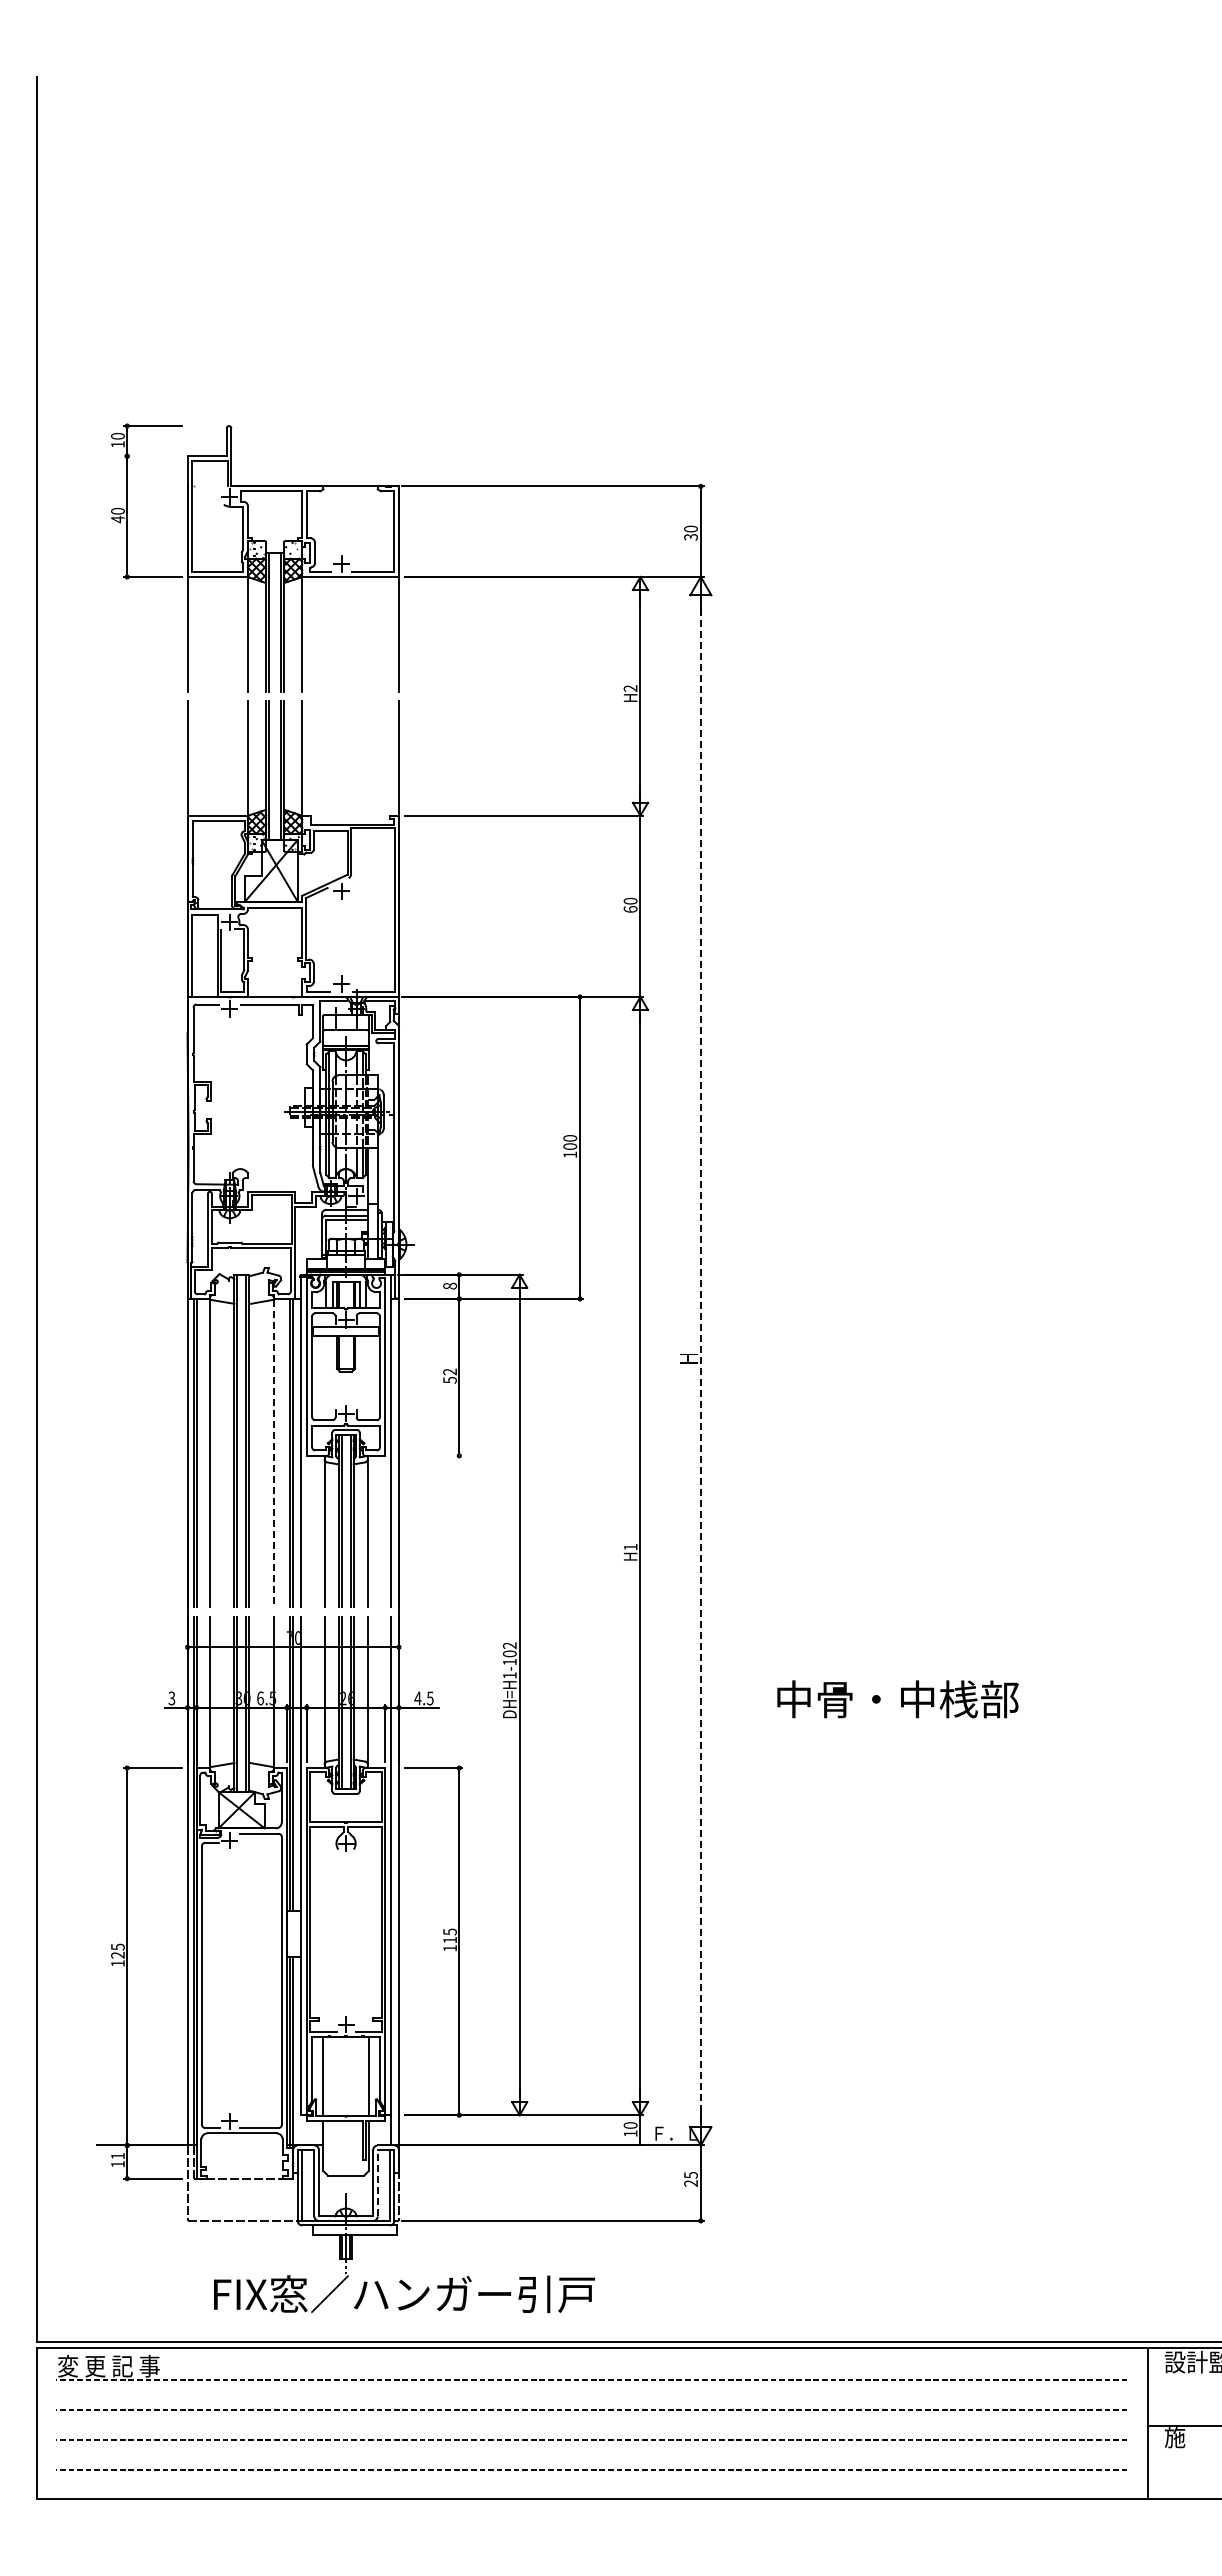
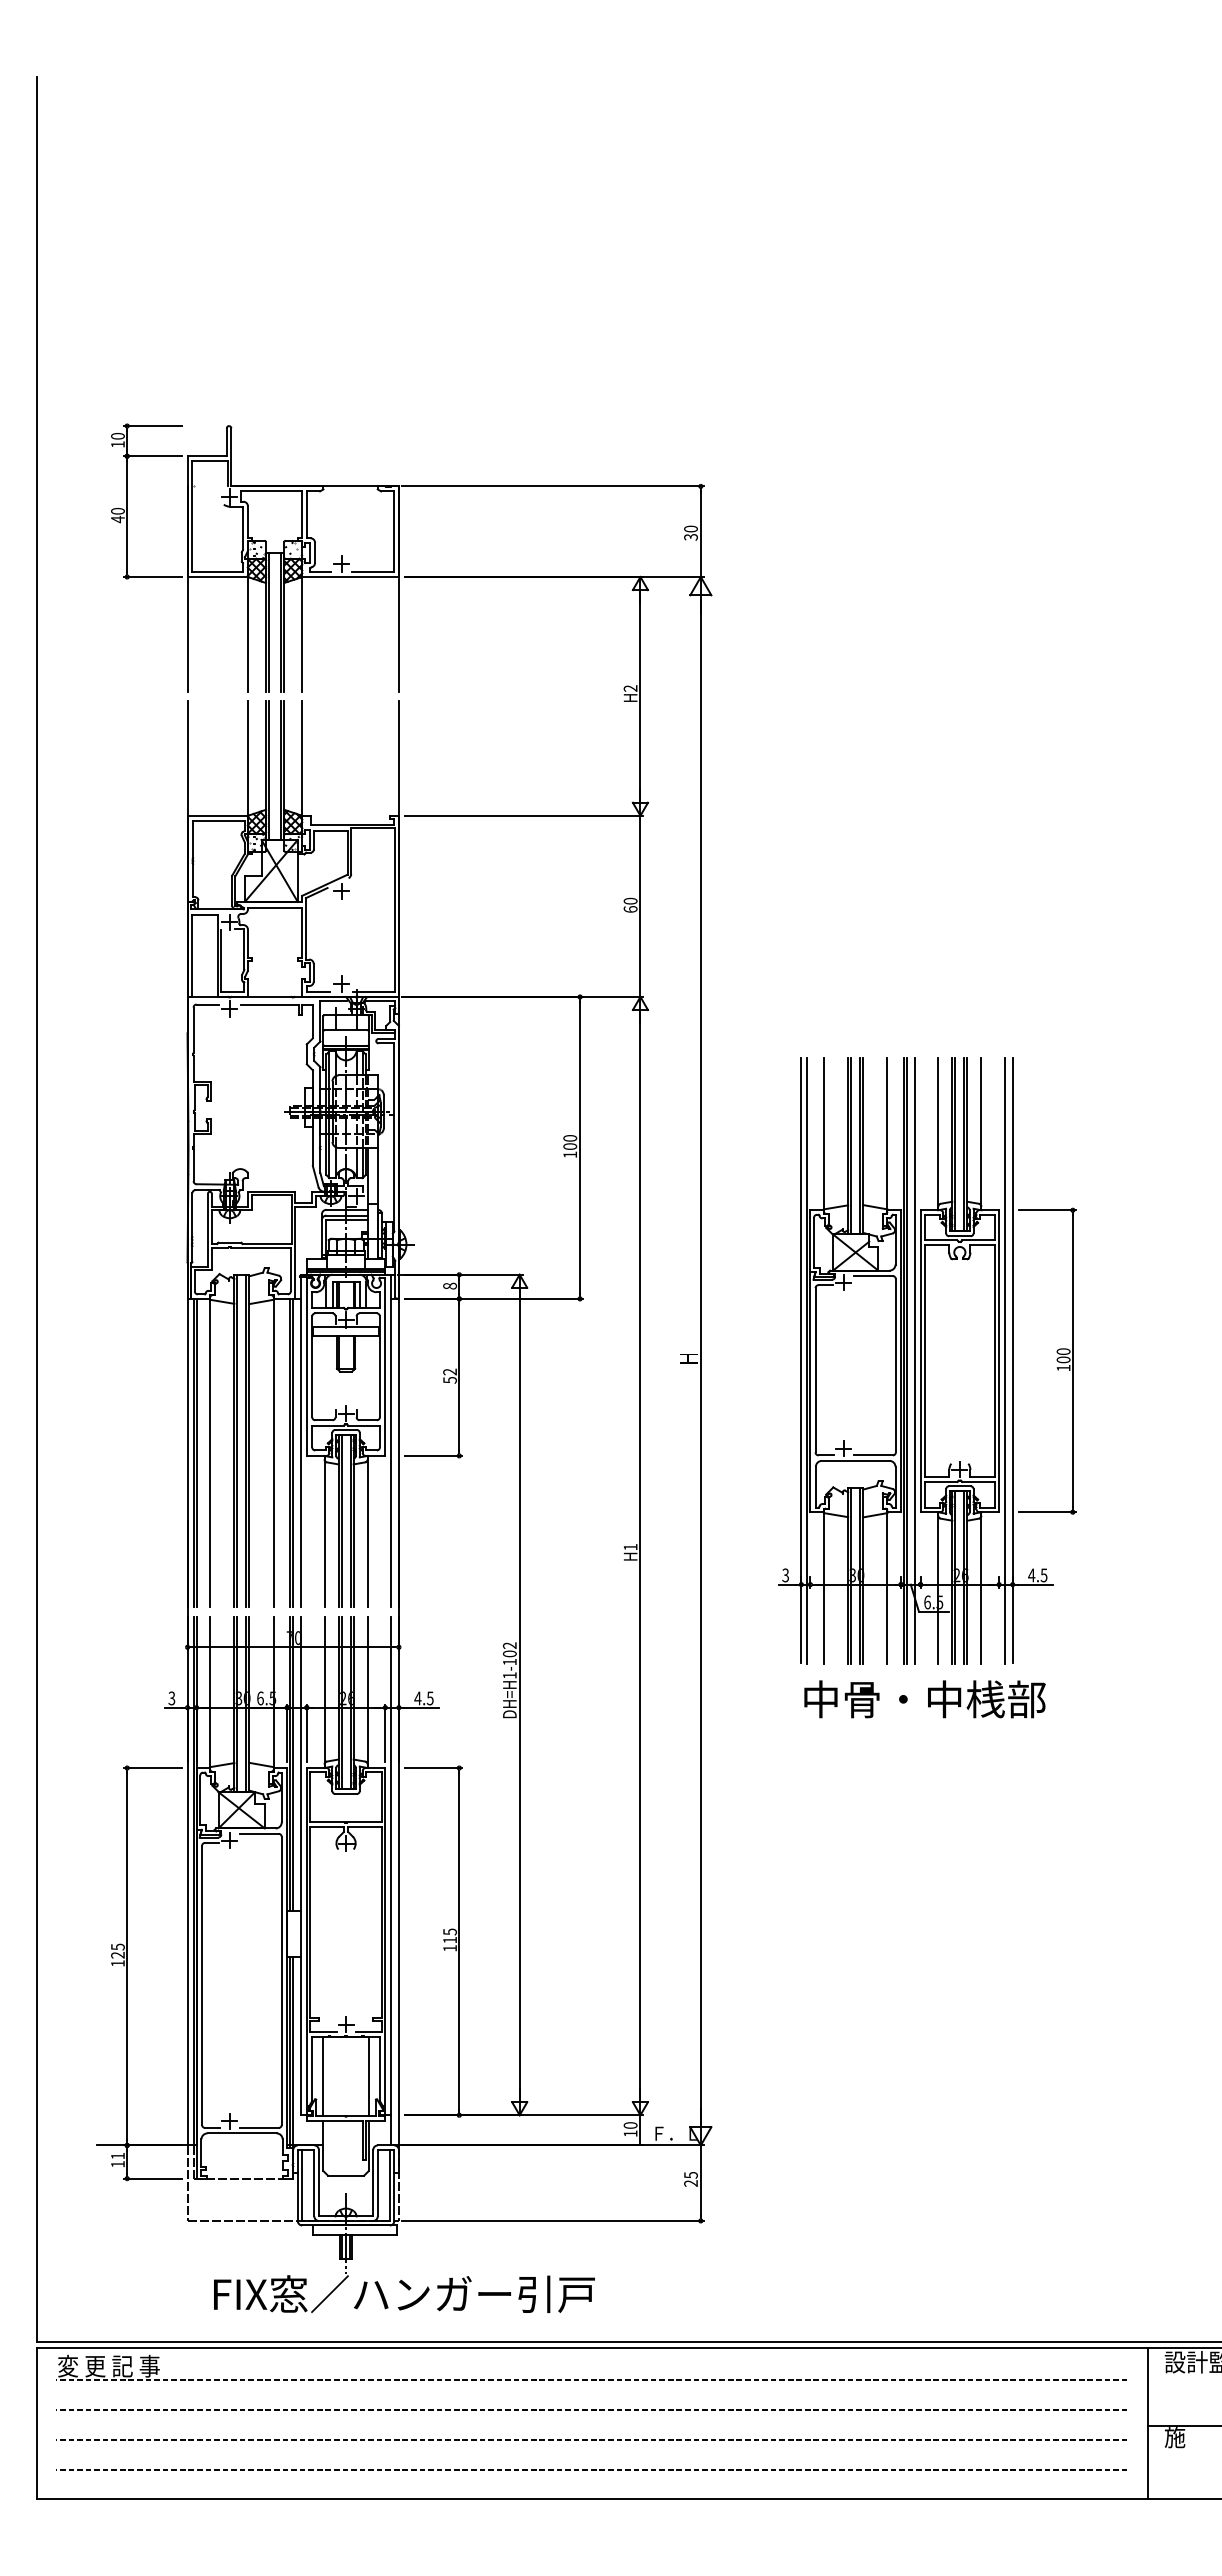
line at (152, 456): none -> present
part at (927, 1360): none -> present
line at (700, 1361): dashed -> solid
line at (273, 1453): dashed -> solid
line at (433, 1455): none -> present
text at (897, 1699) position: (897, 1699) -> (924, 1699)
line at (377, 2182): dashed -> solid
